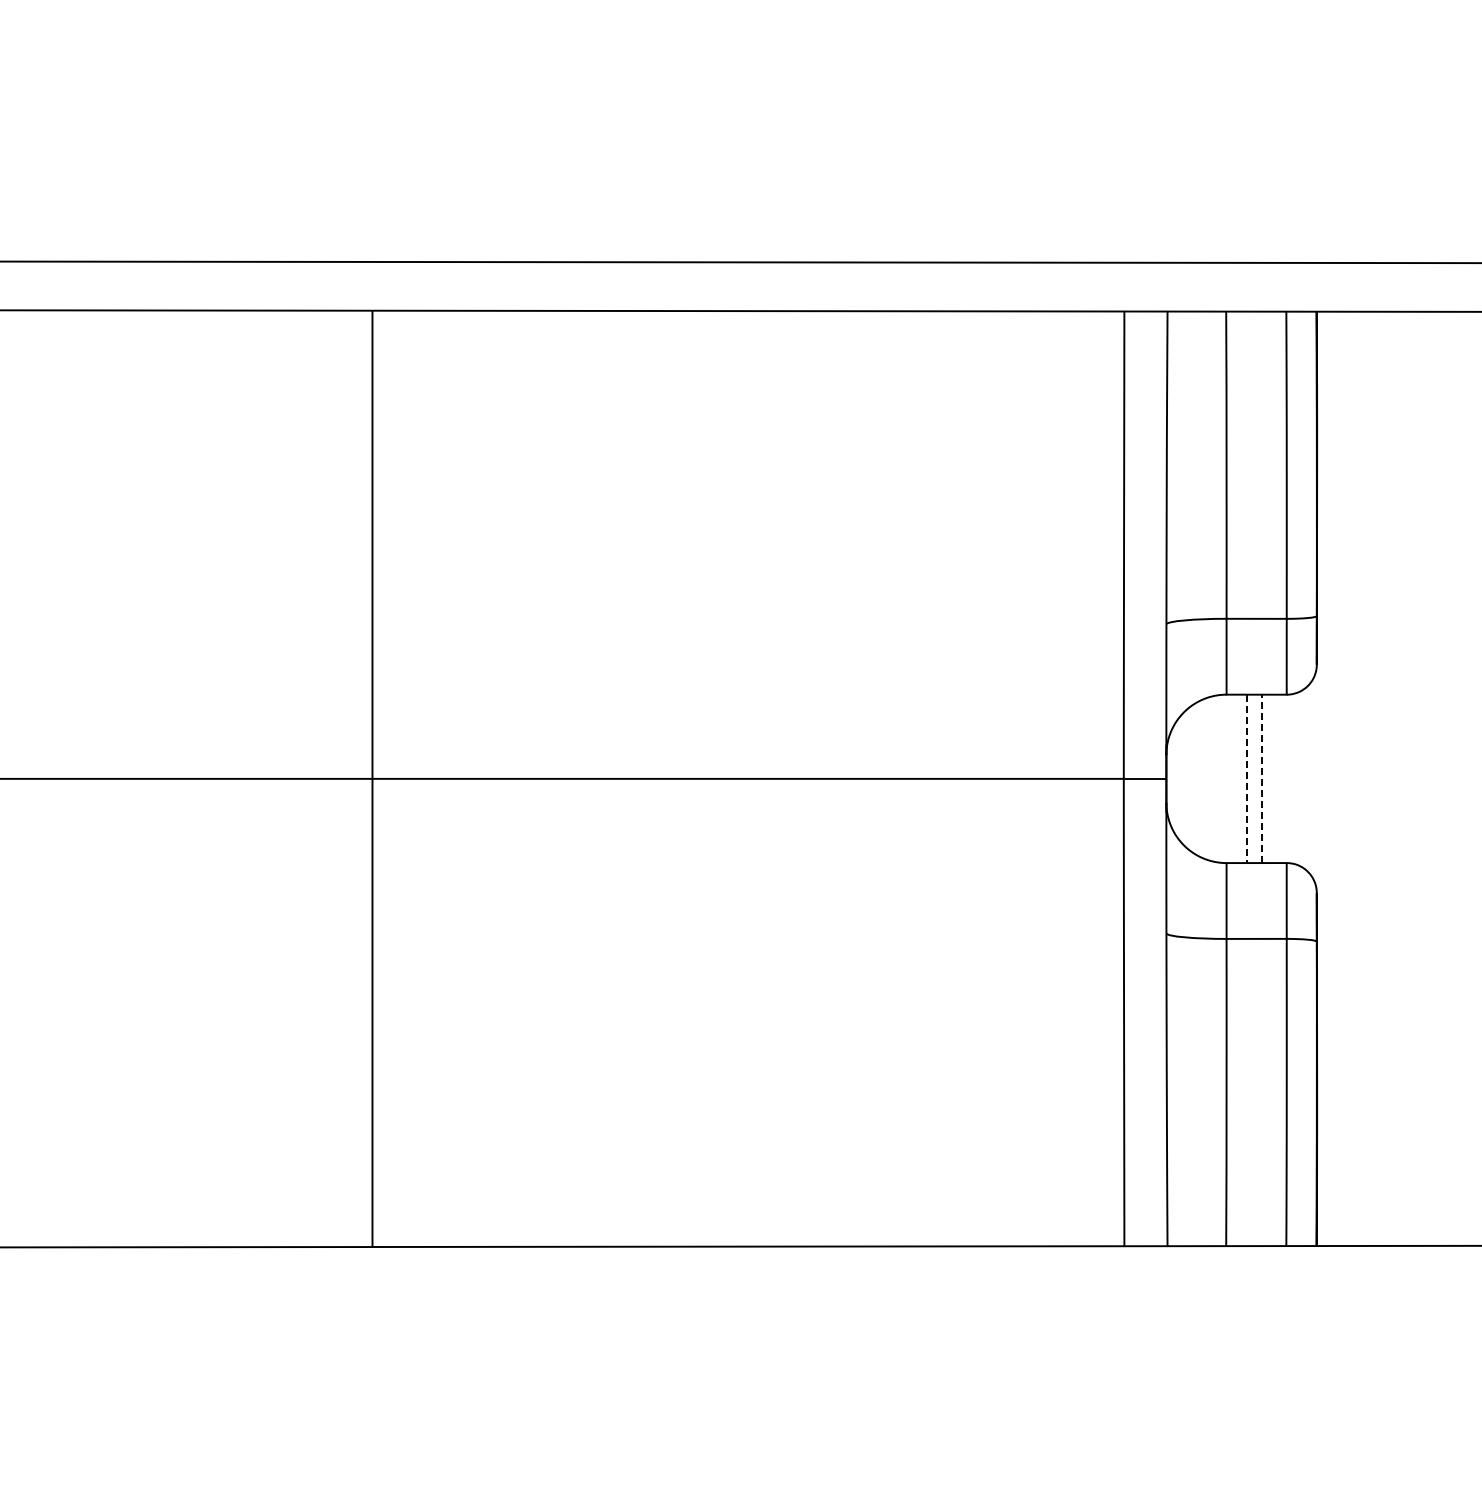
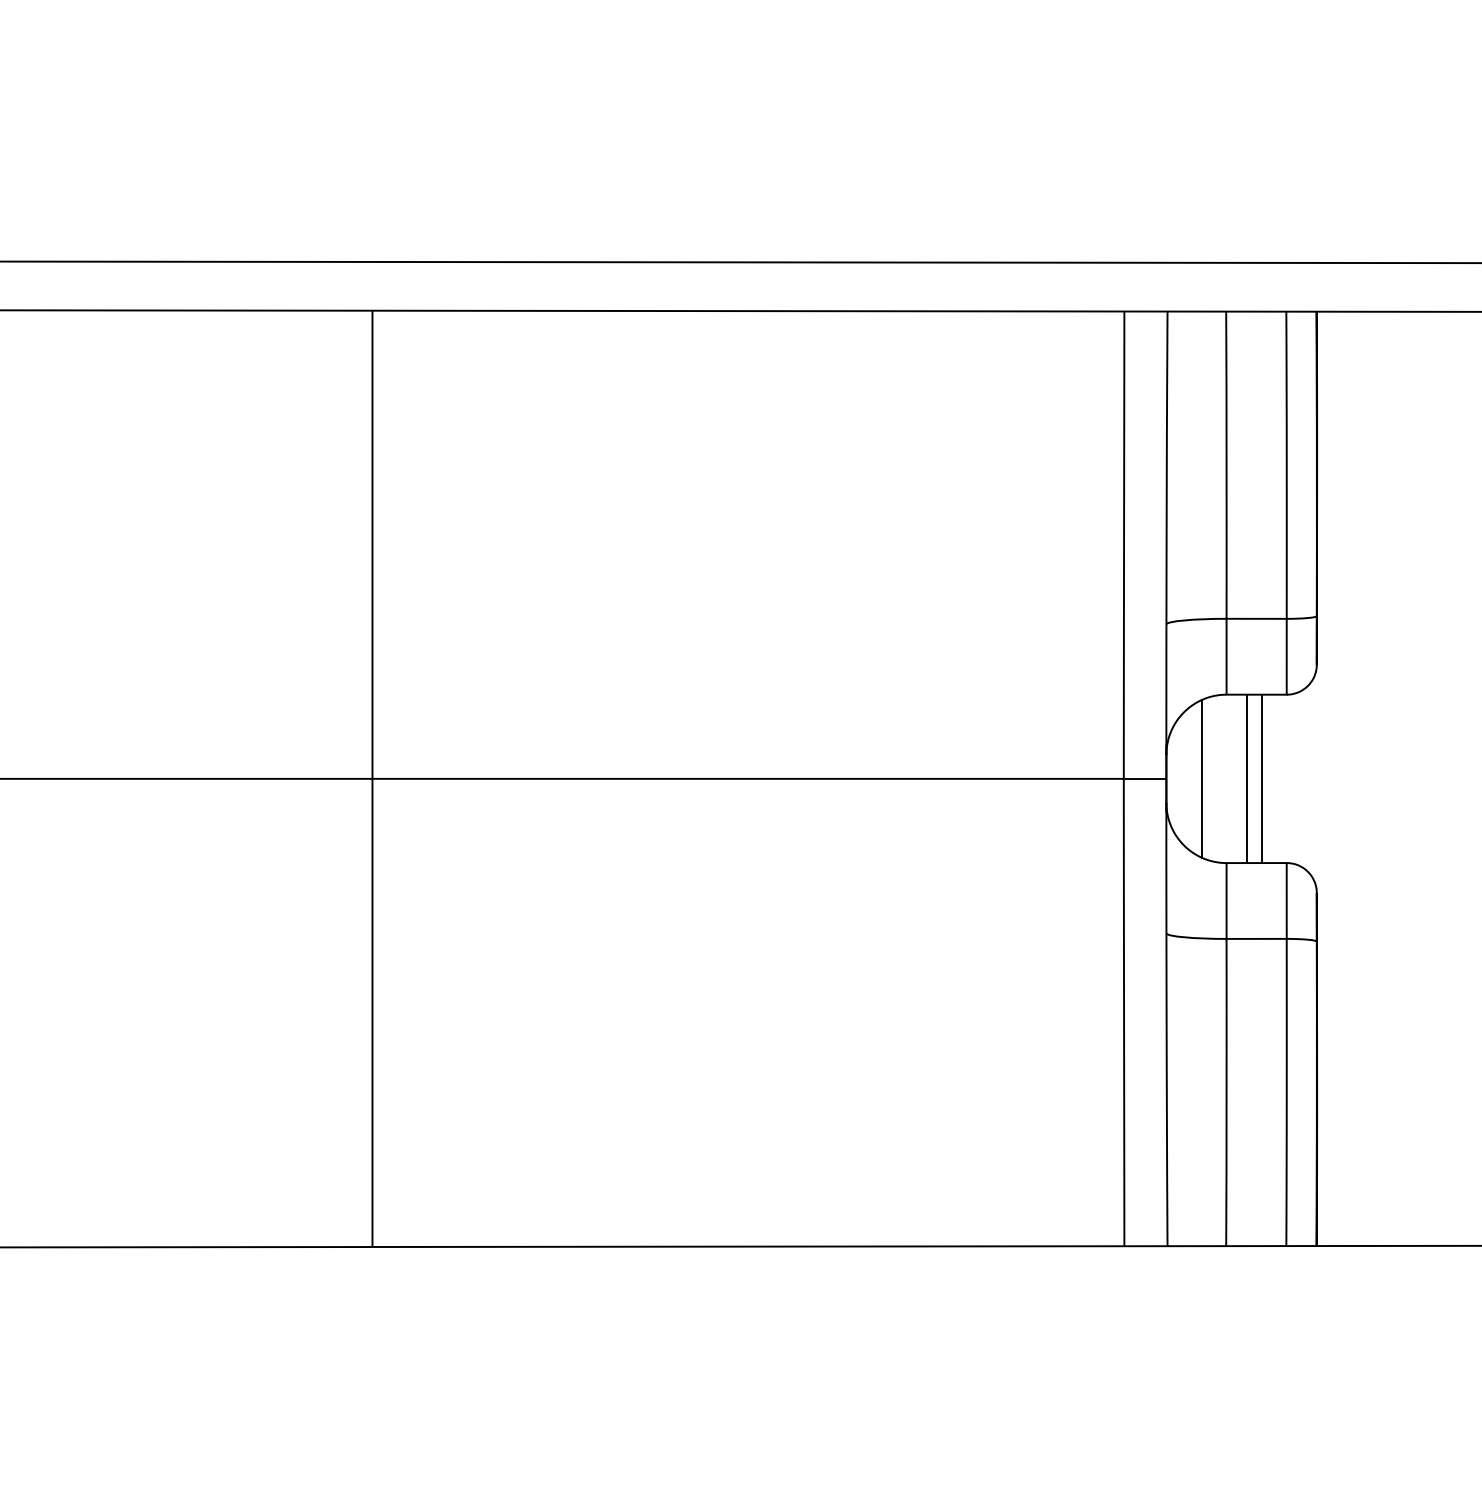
line at (1201, 778): none -> present
line at (1262, 778): dashed -> solid
line at (1247, 779): dashed -> solid
